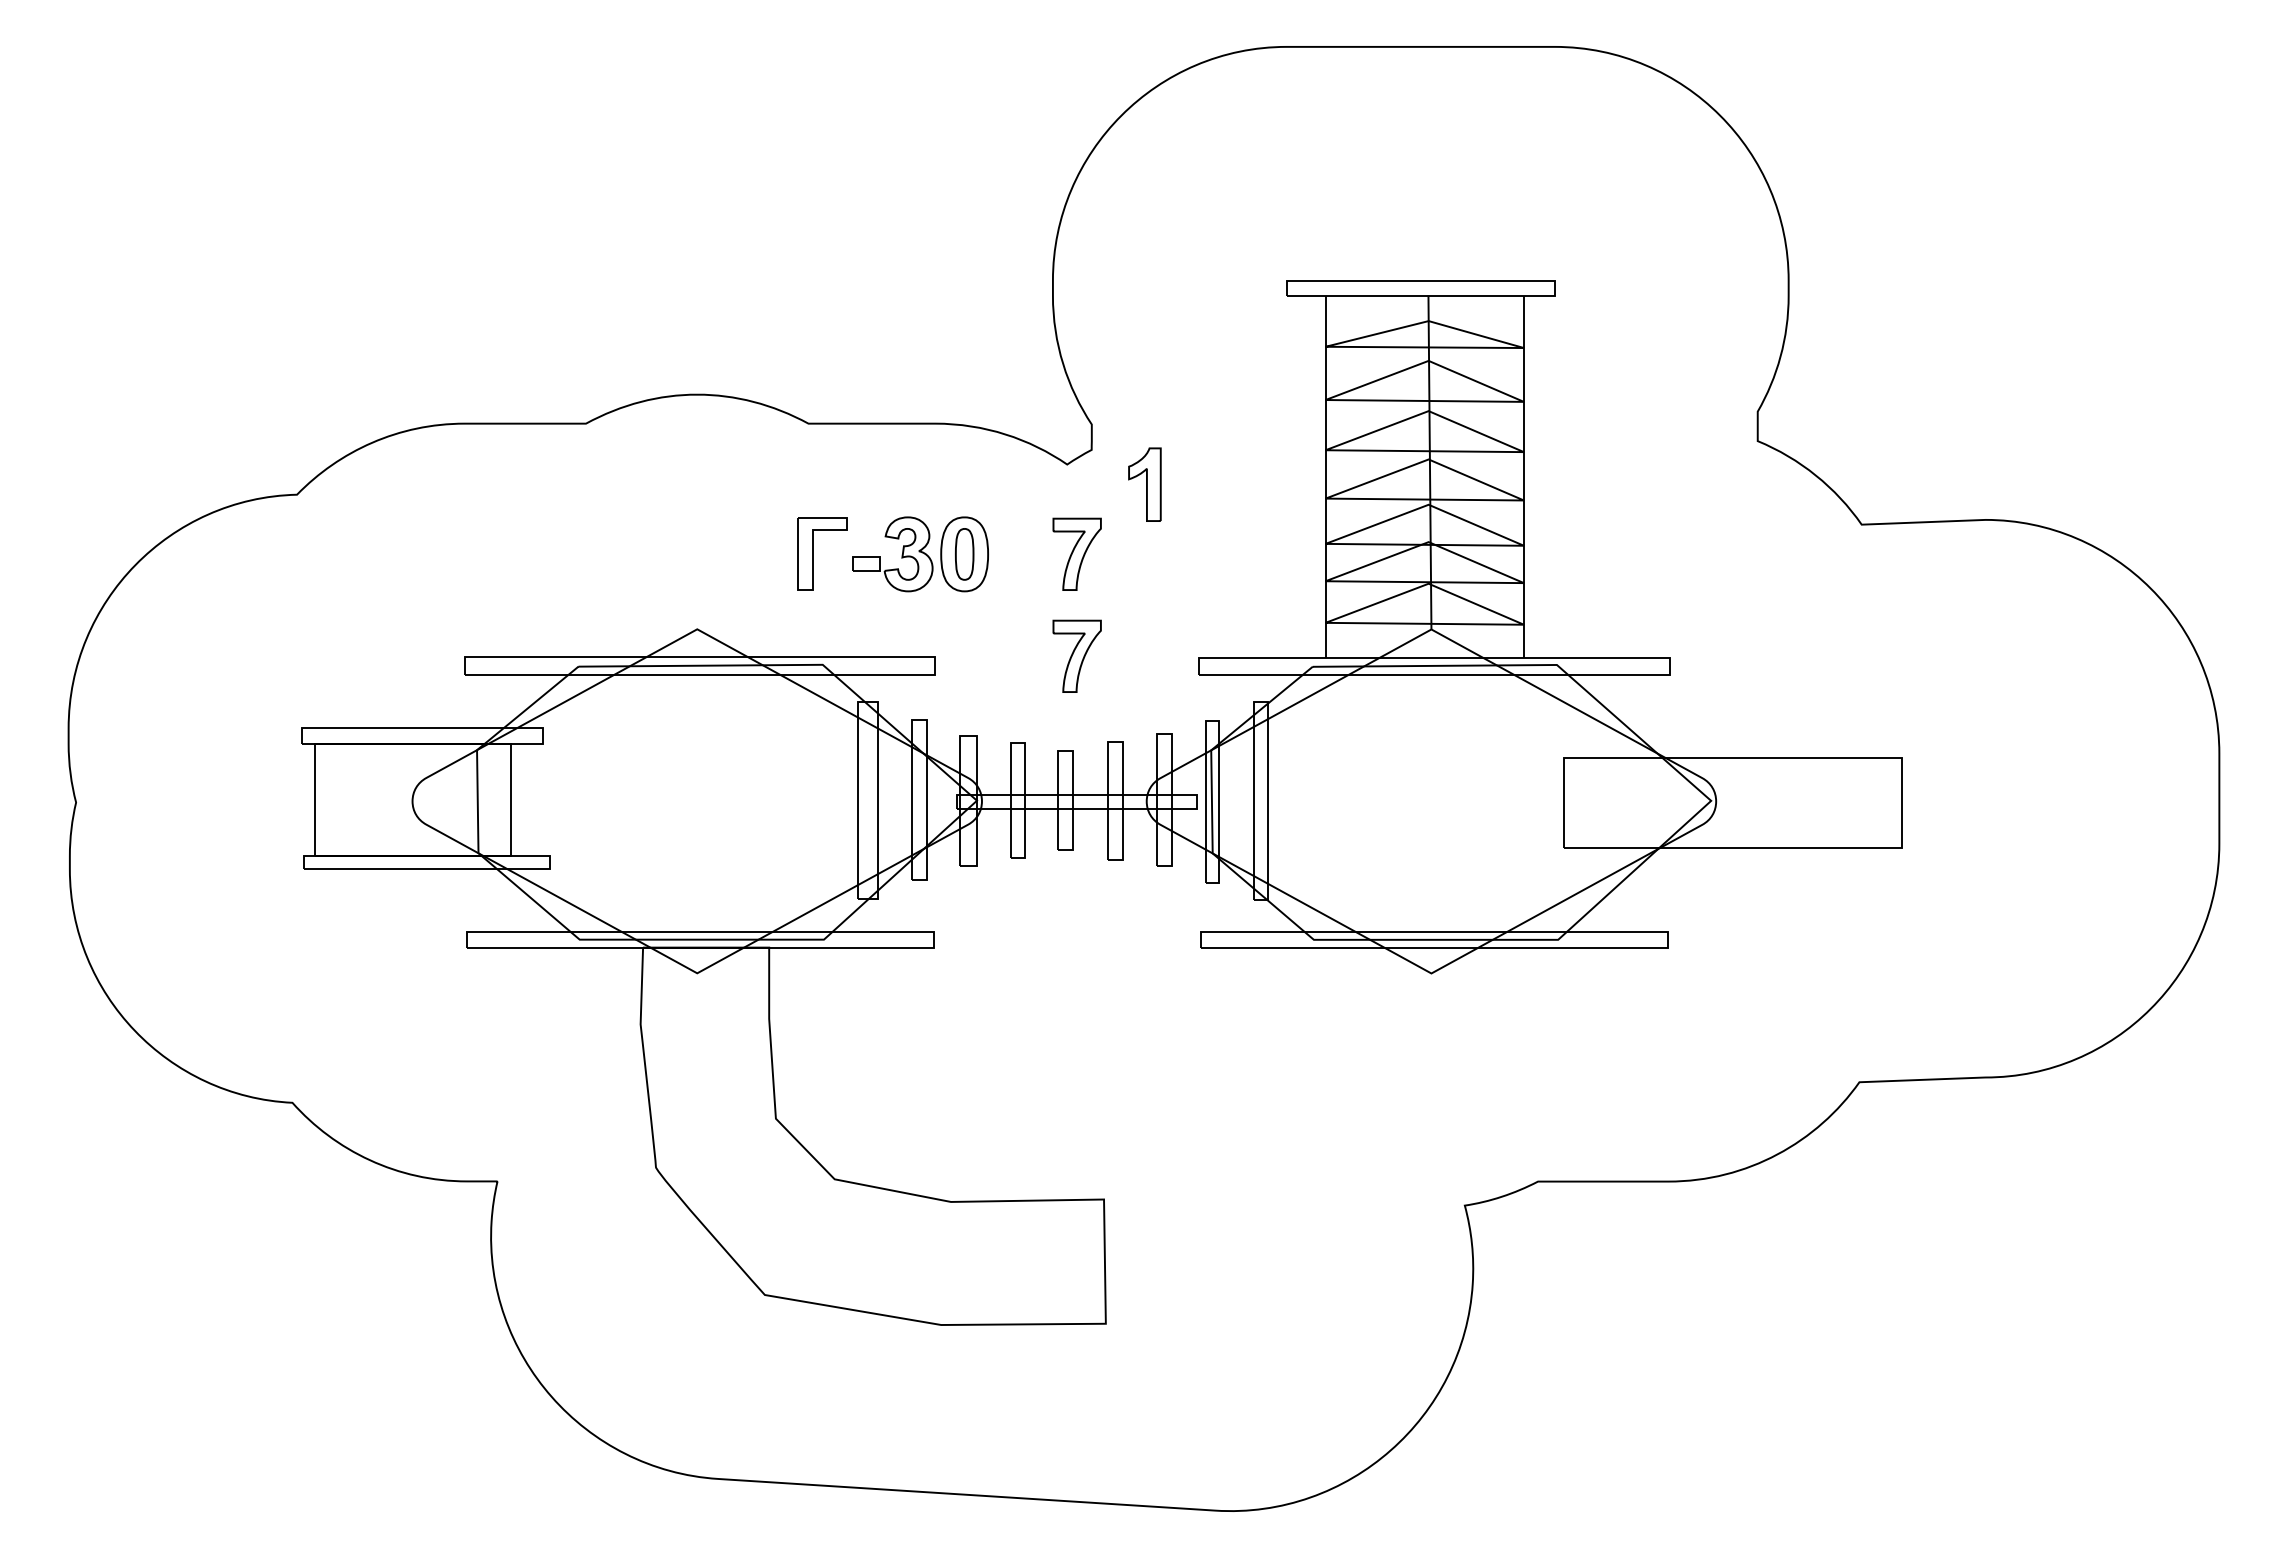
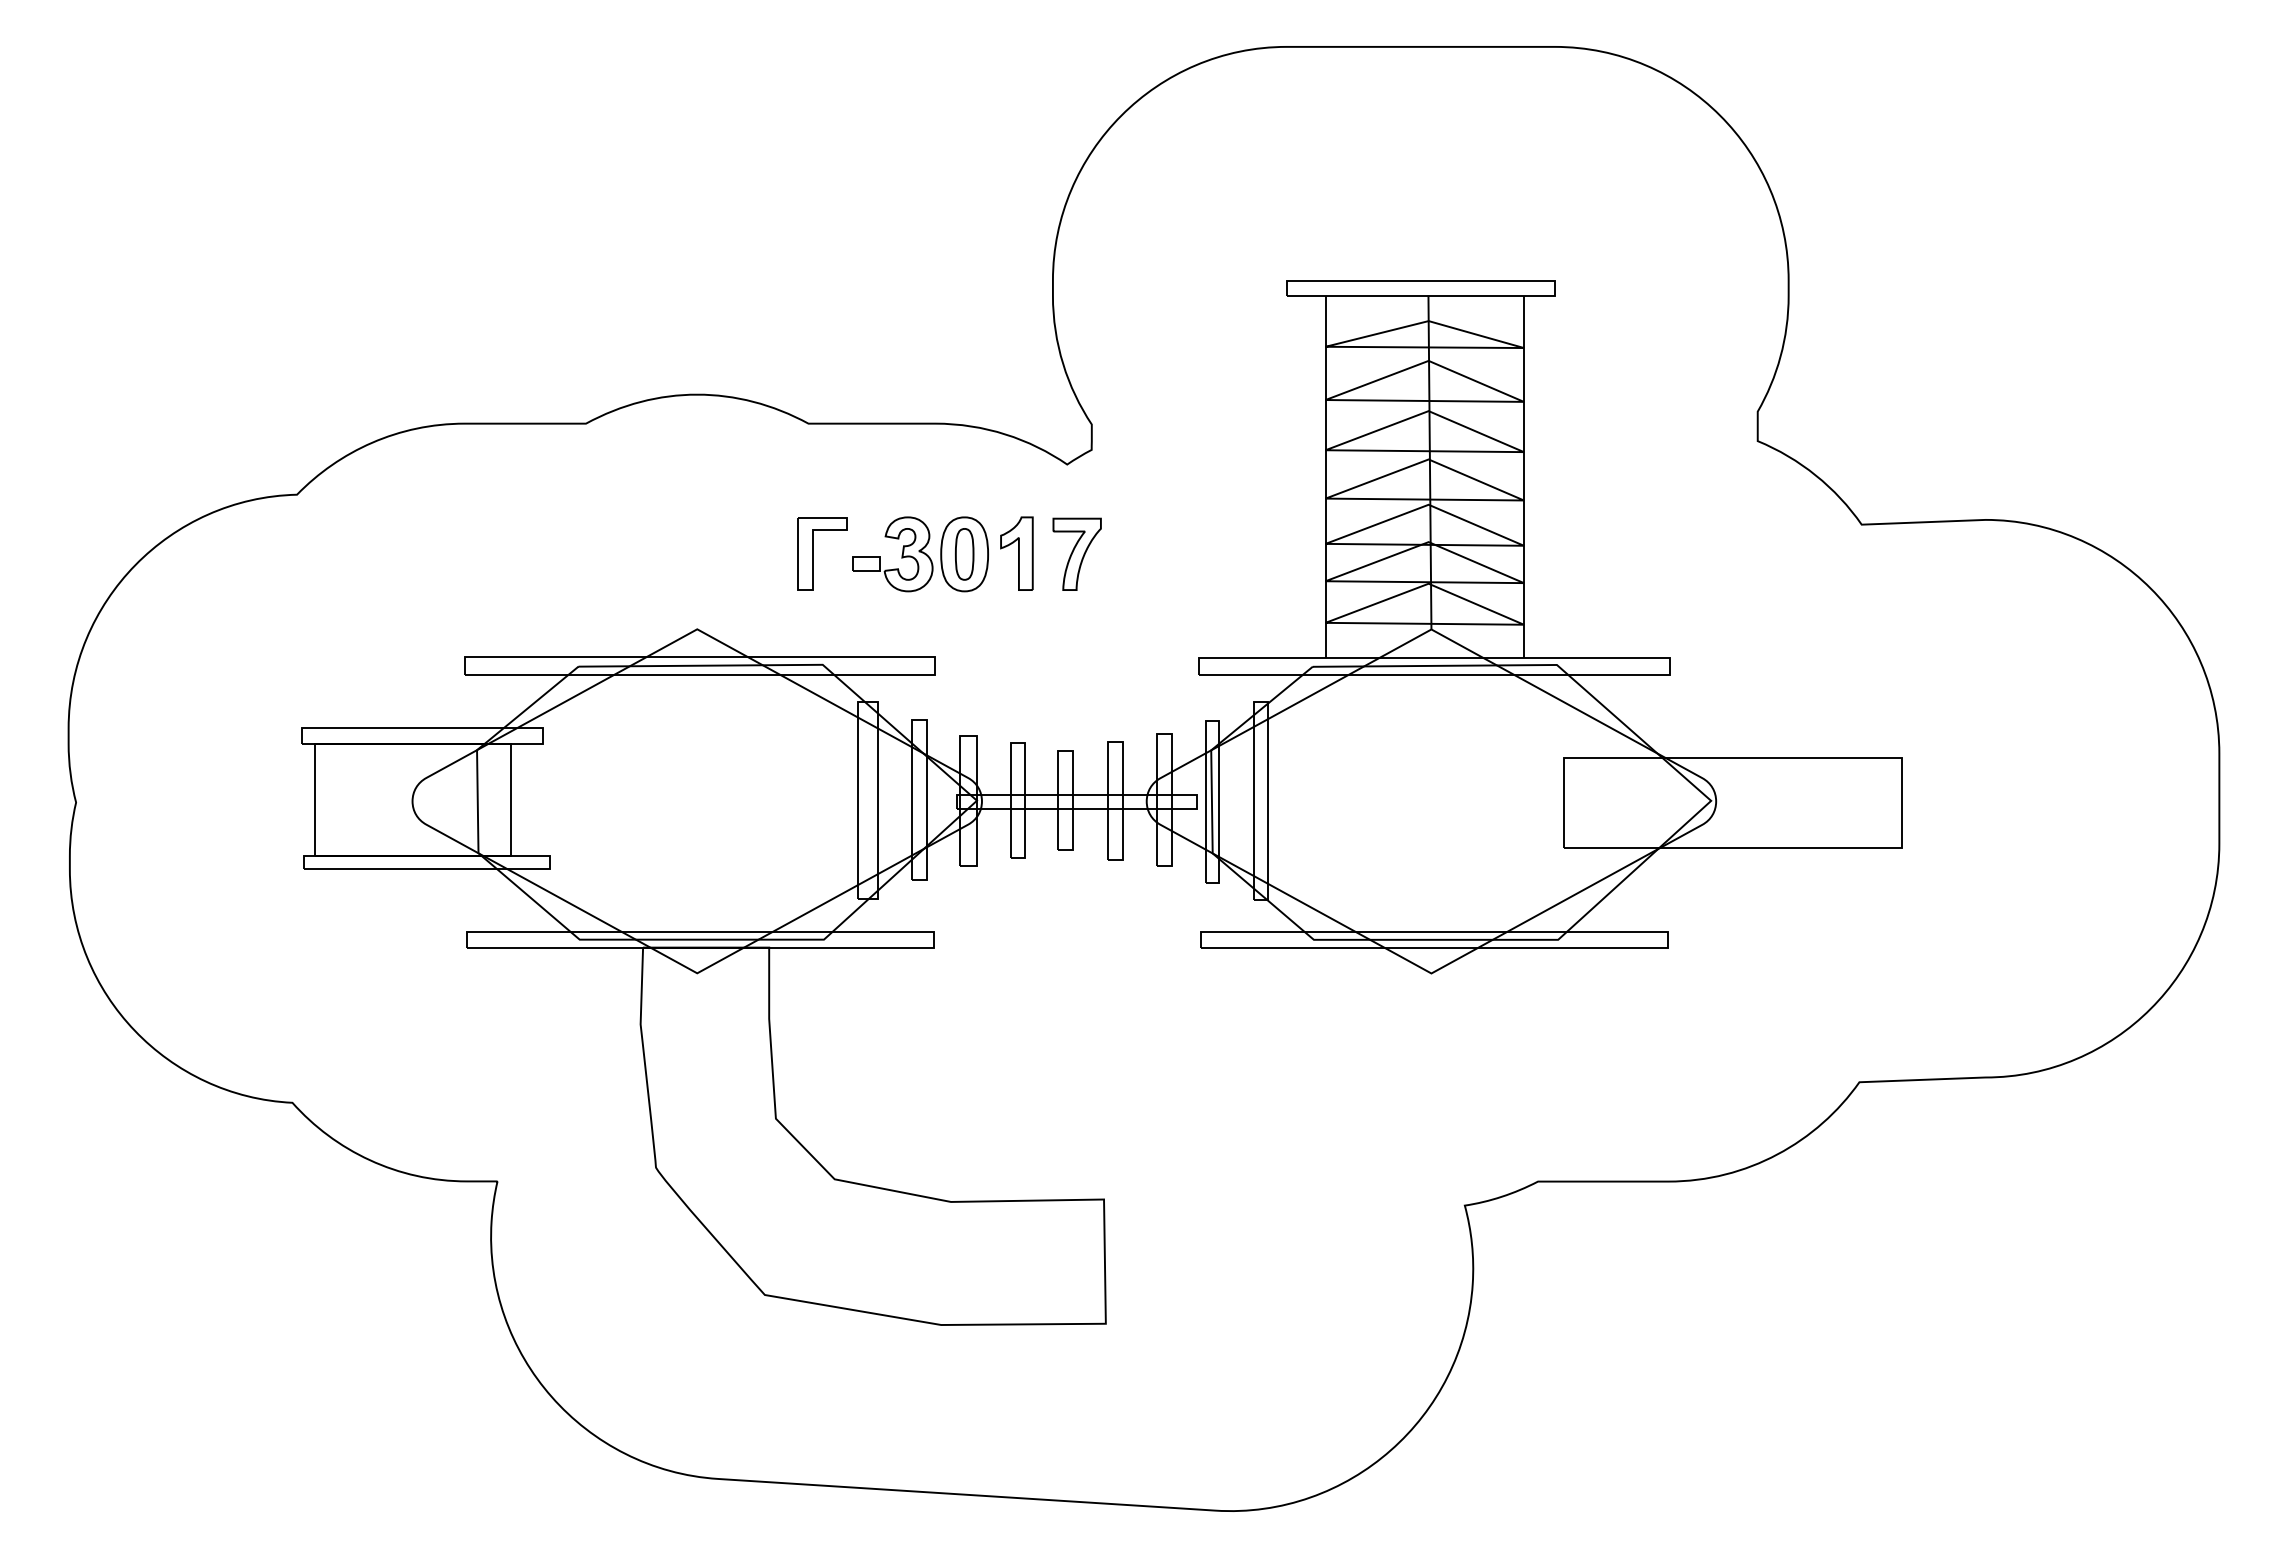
part at (1144, 484) position: (1144, 484) -> (1016, 553)
part at (1076, 655): present -> none
